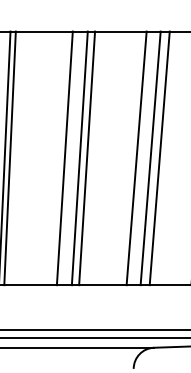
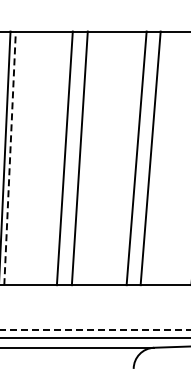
line at (10, 158): solid -> dashed
line at (87, 158): present -> none
line at (159, 158): present -> none
line at (95, 329): solid -> dashed
